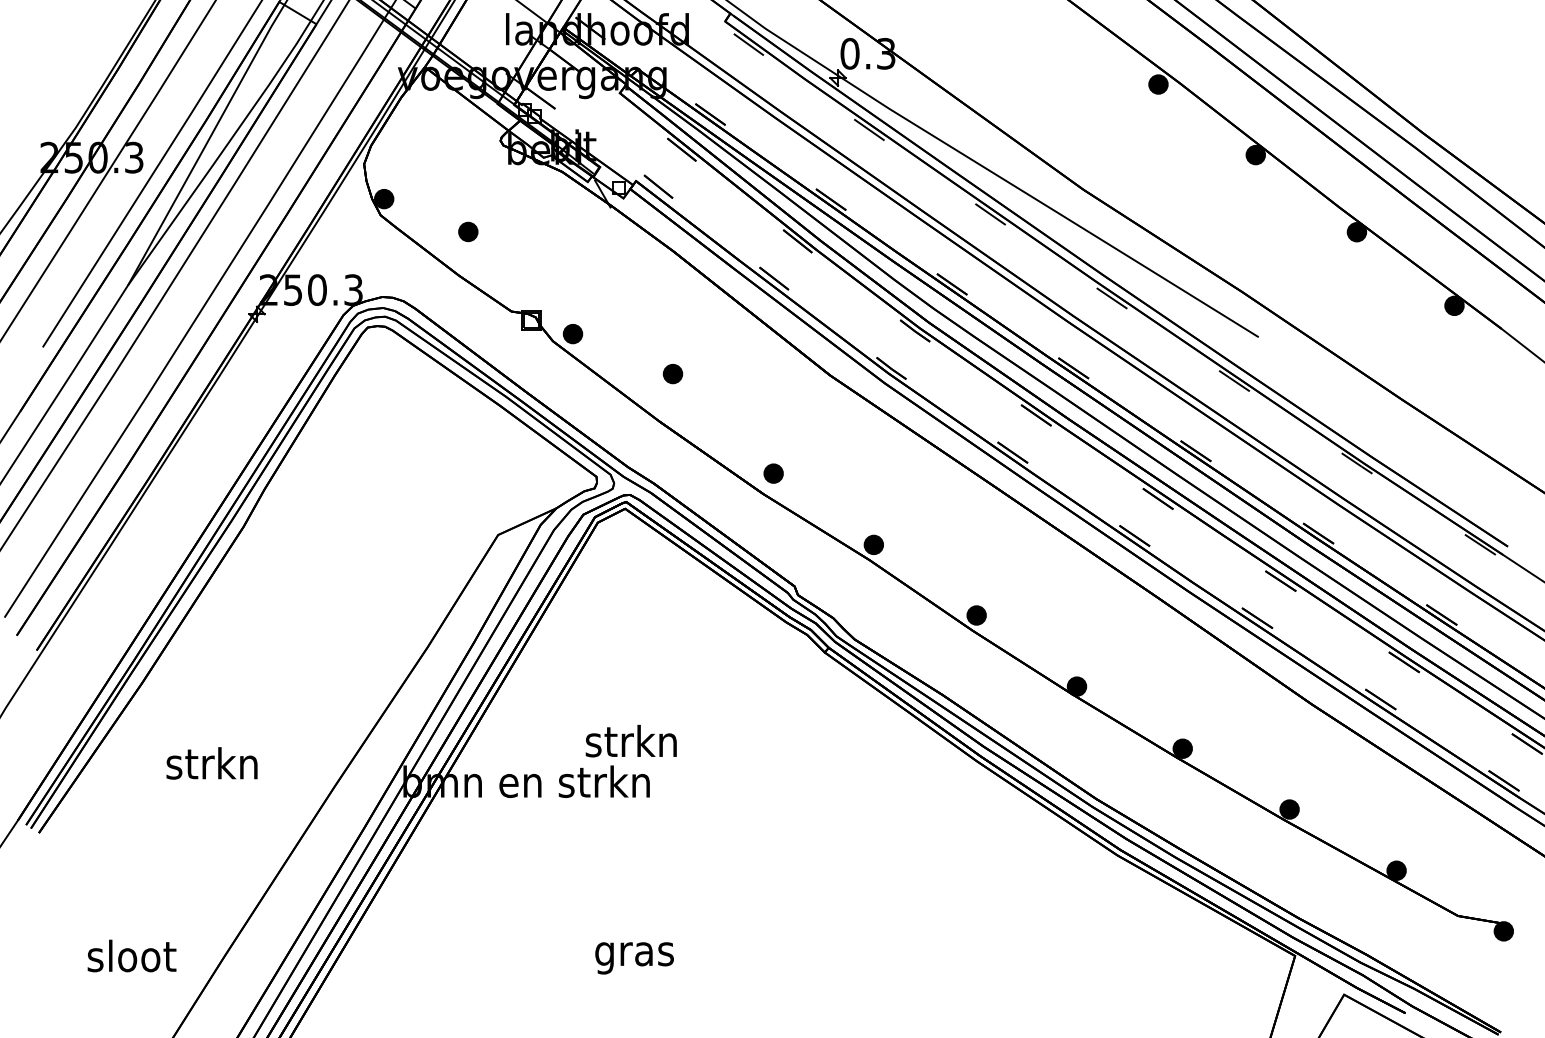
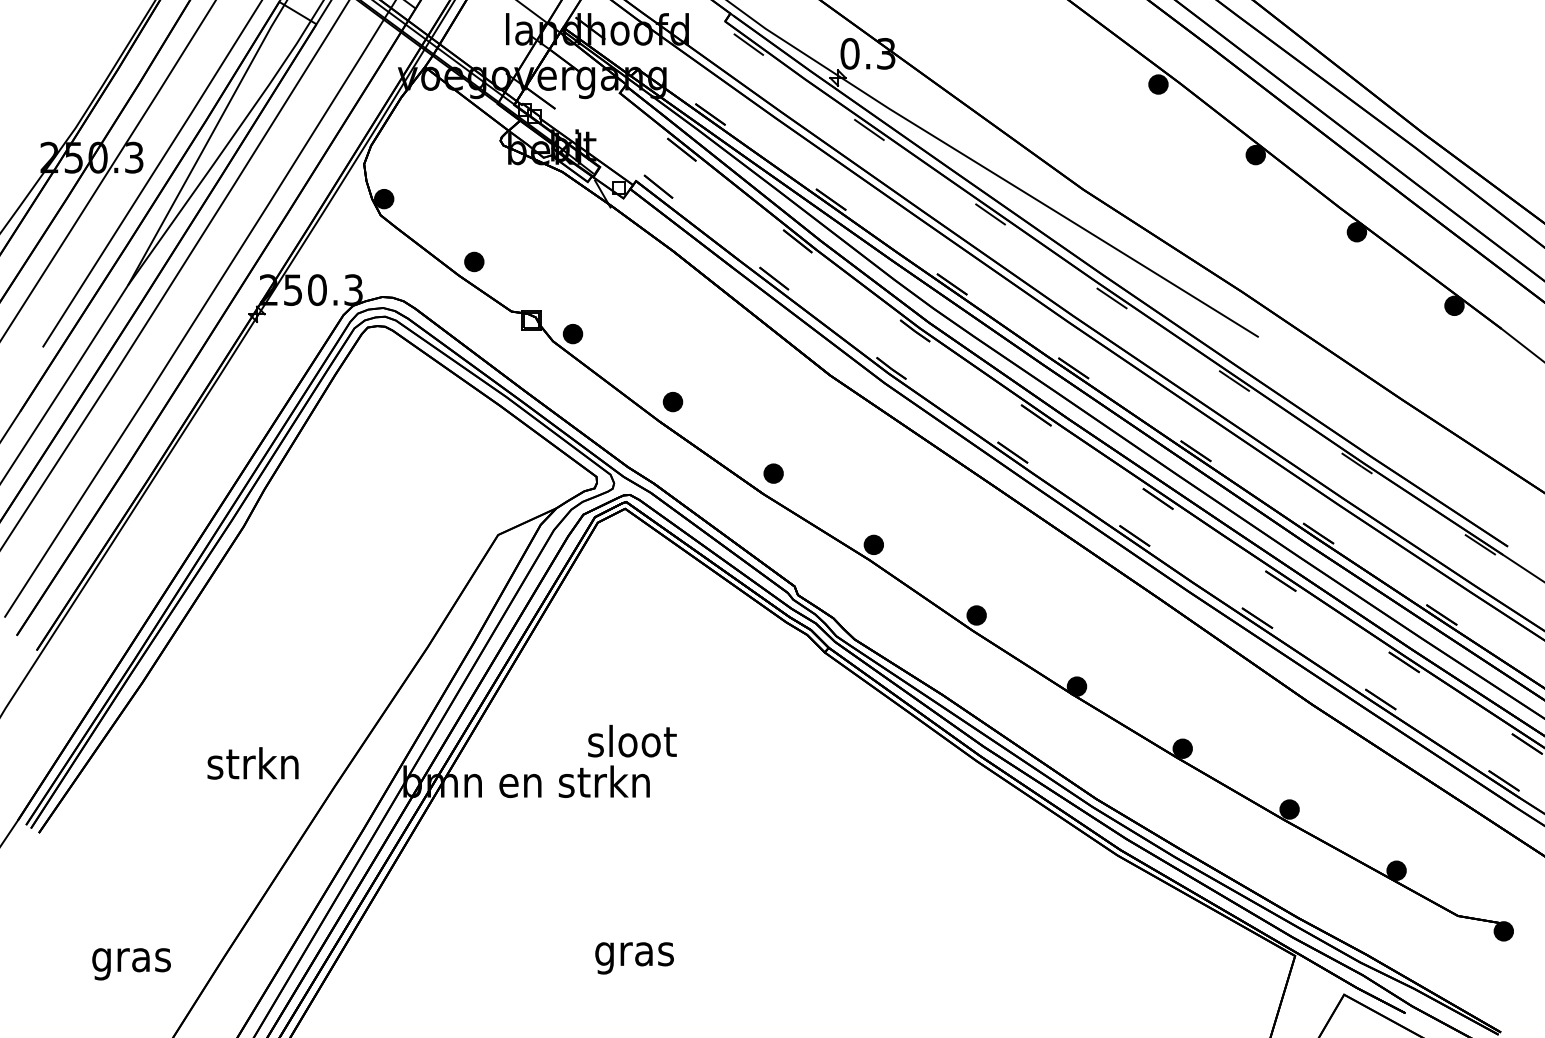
part at (468, 231) position: (468, 231) -> (474, 261)
part at (672, 374) position: (672, 374) -> (672, 402)
text at (630, 740): strkn -> sloot
text at (211, 763) position: (211, 763) -> (252, 763)
text at (131, 959): sloot -> gras
